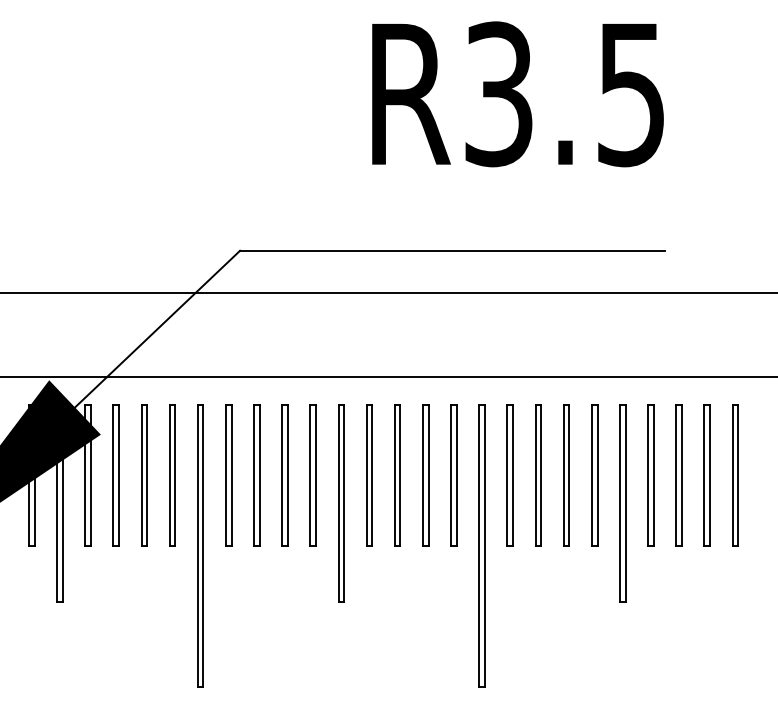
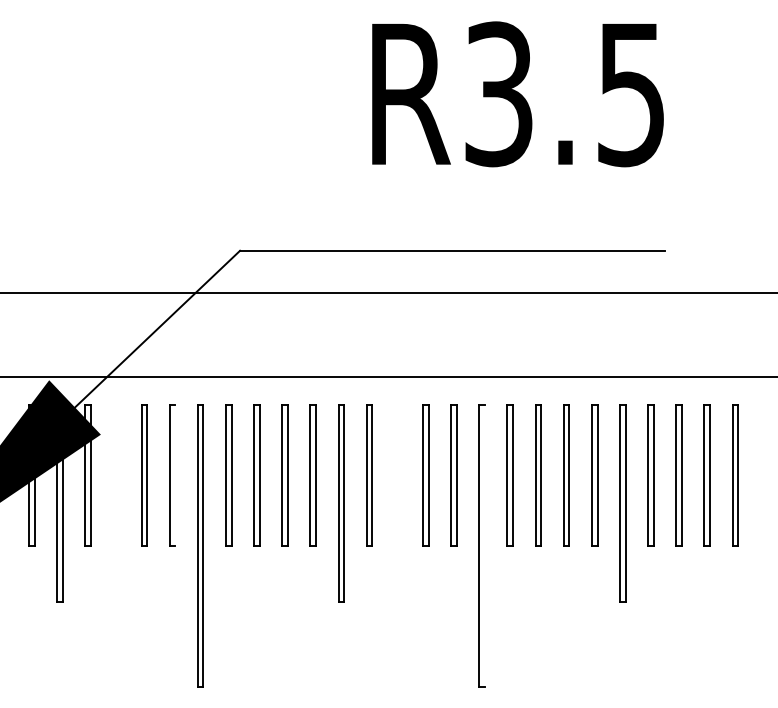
part at (115, 475): present -> none
line at (175, 475): present -> none
part at (397, 475): present -> none
line at (484, 545): present -> none
